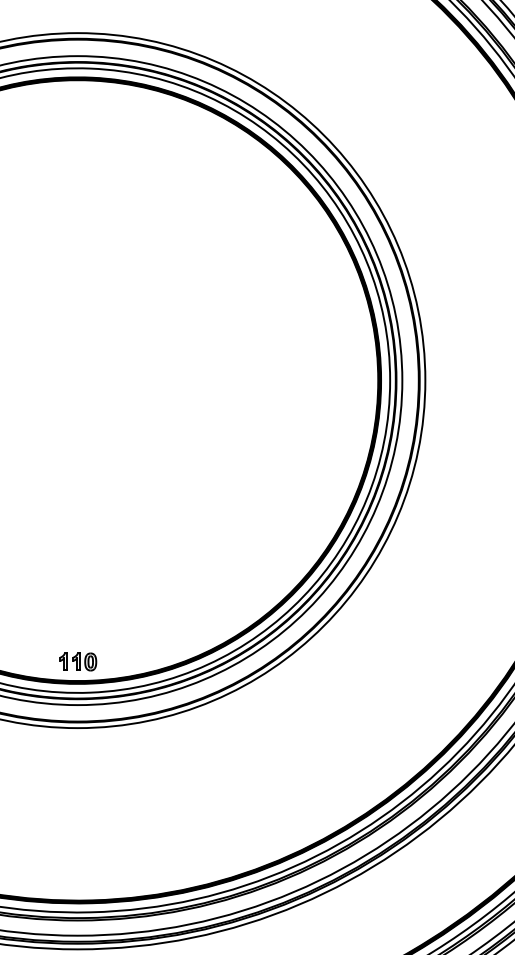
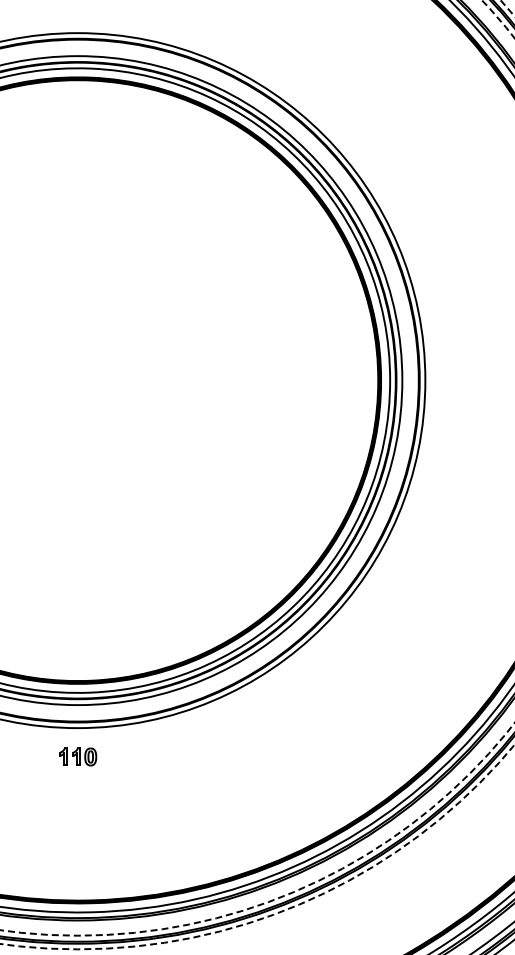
circle at (257, 467): solid -> dashed
circle at (257, 474): solid -> dashed
part at (78, 661) position: (78, 661) -> (78, 756)
